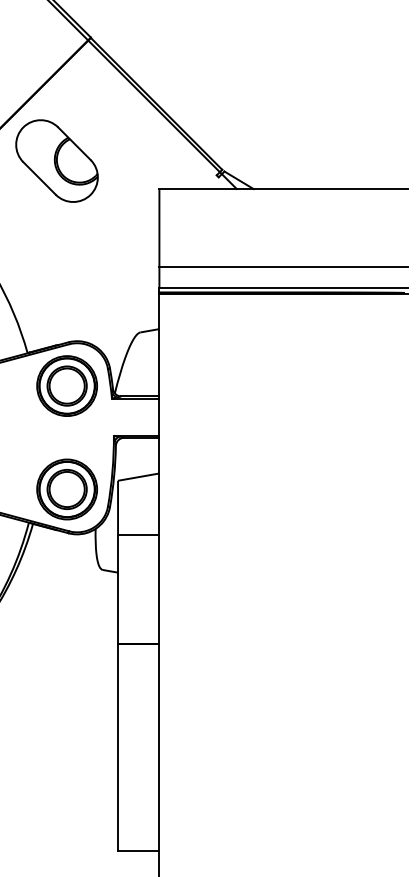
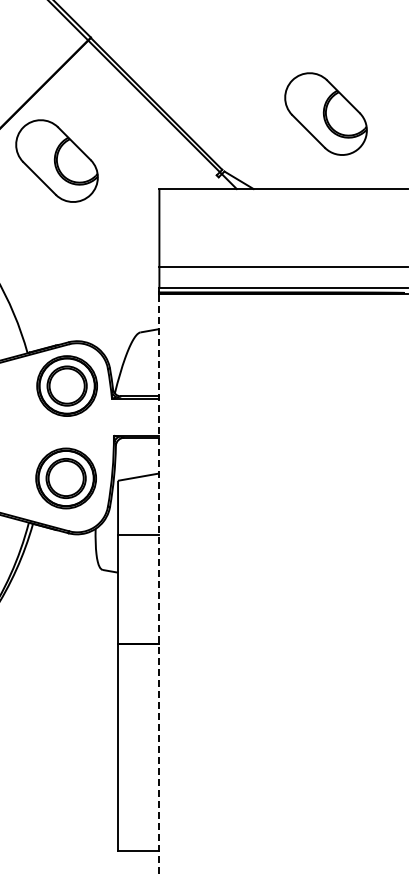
part at (325, 113): none -> present
part at (66, 489) position: (66, 489) -> (65, 478)
line at (159, 585): solid -> dashed
